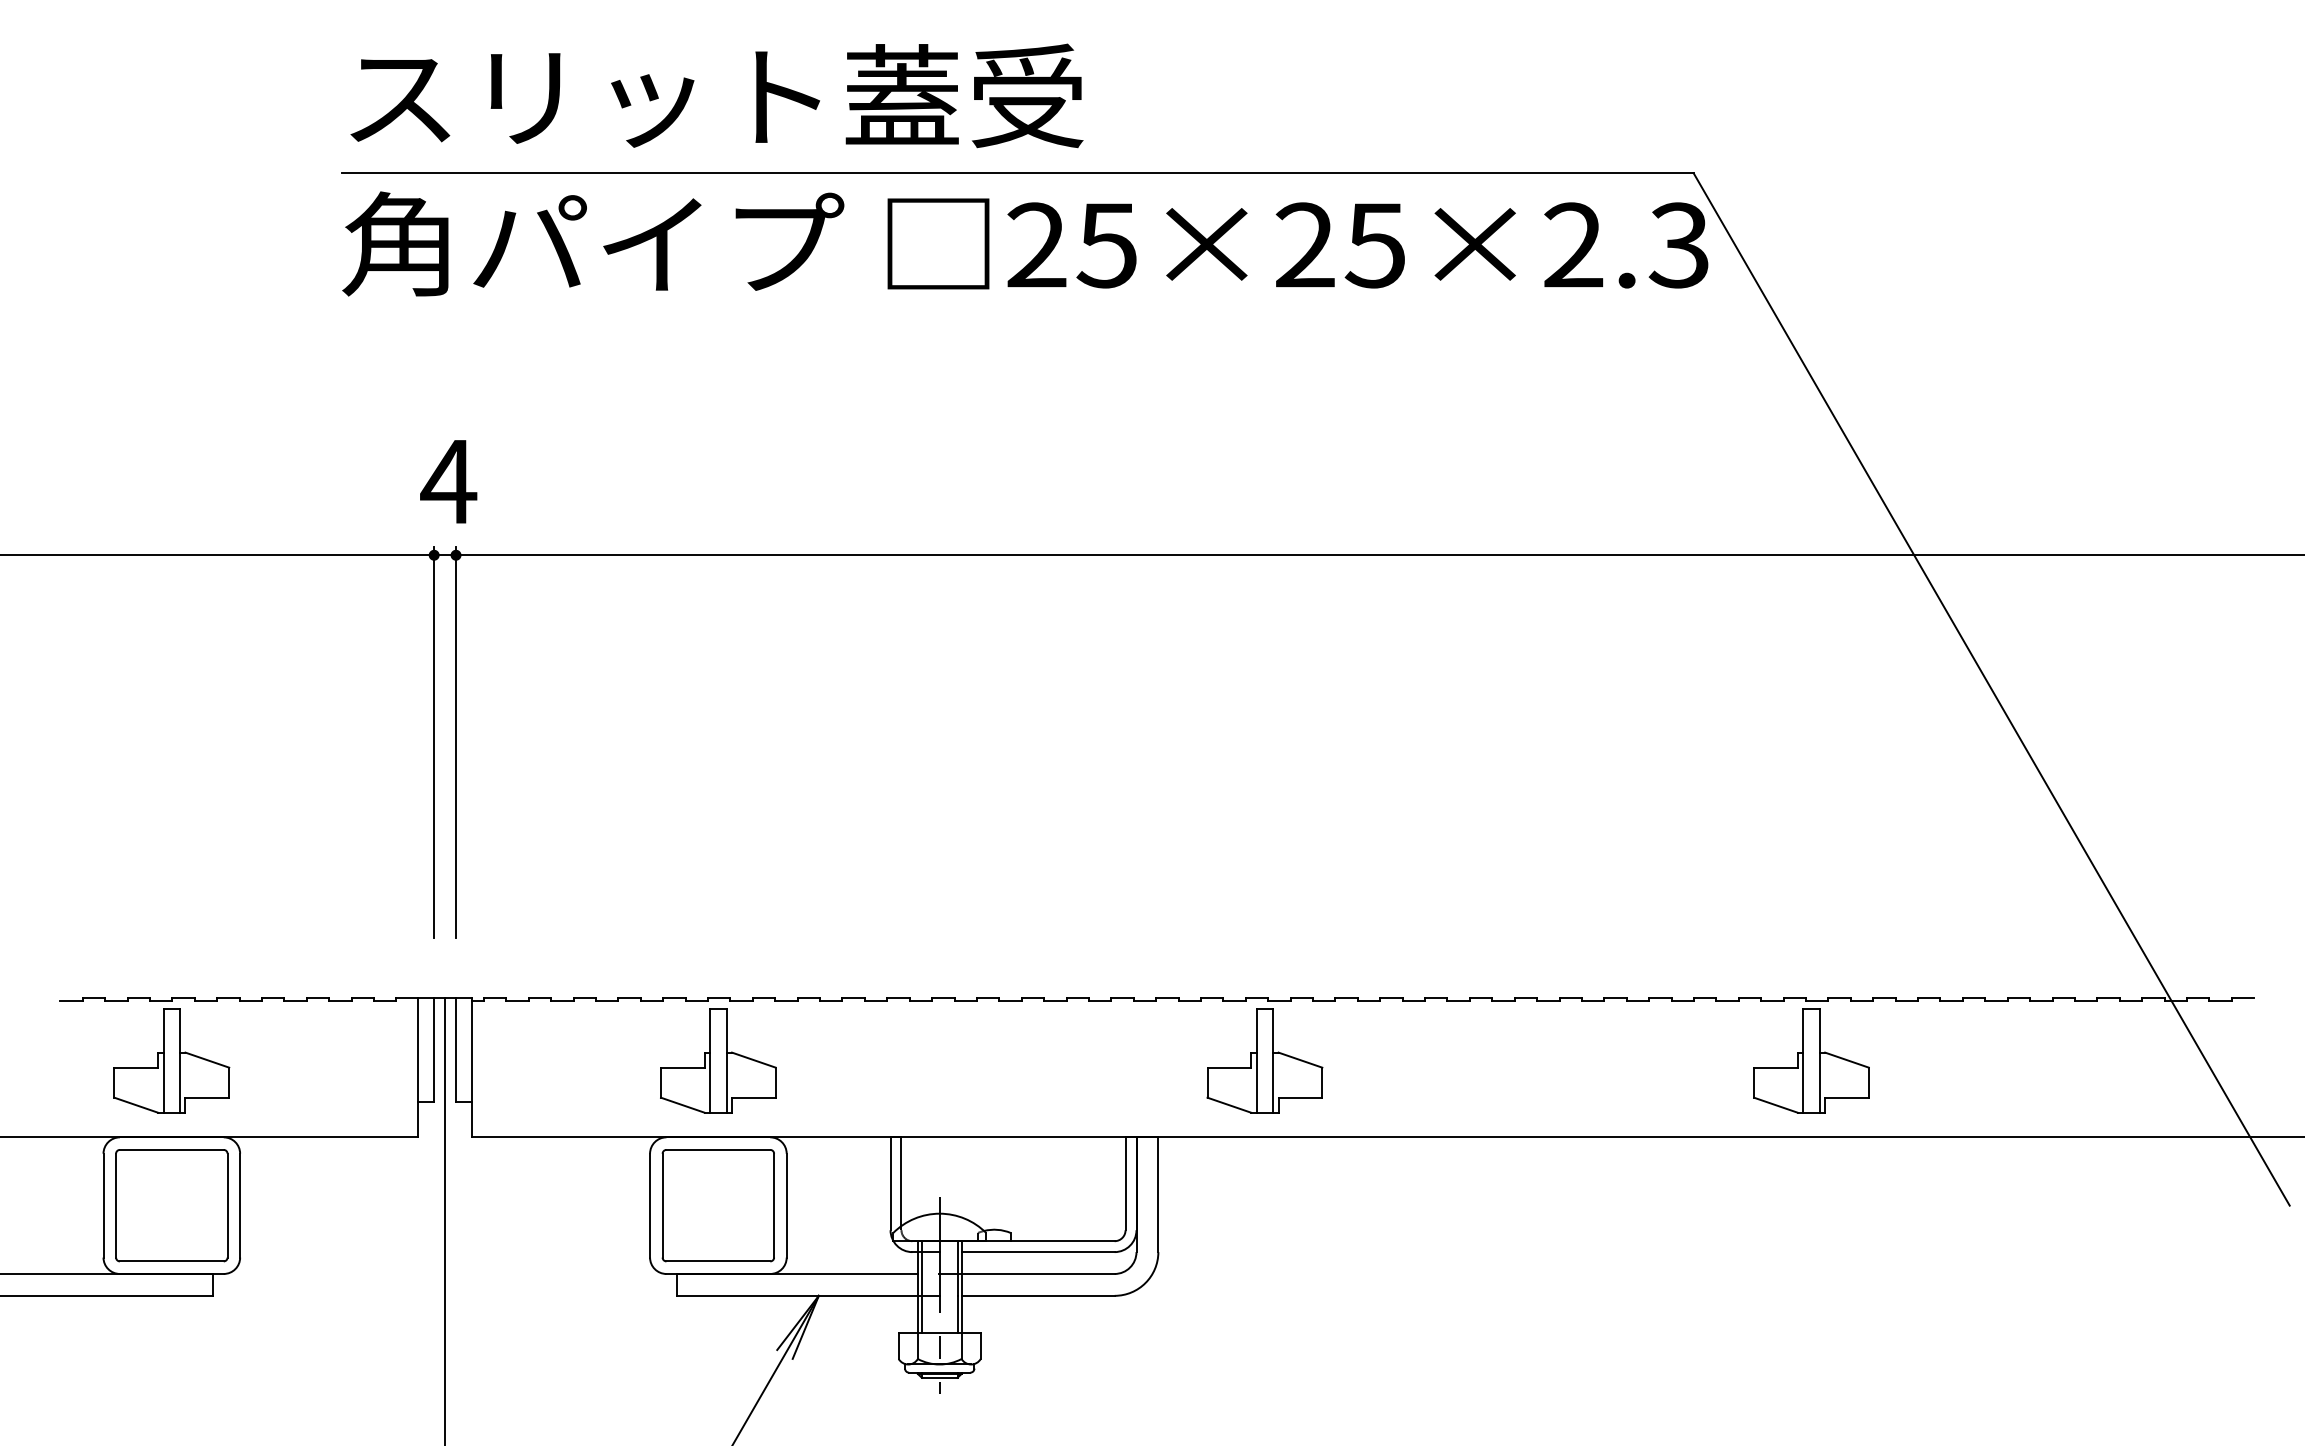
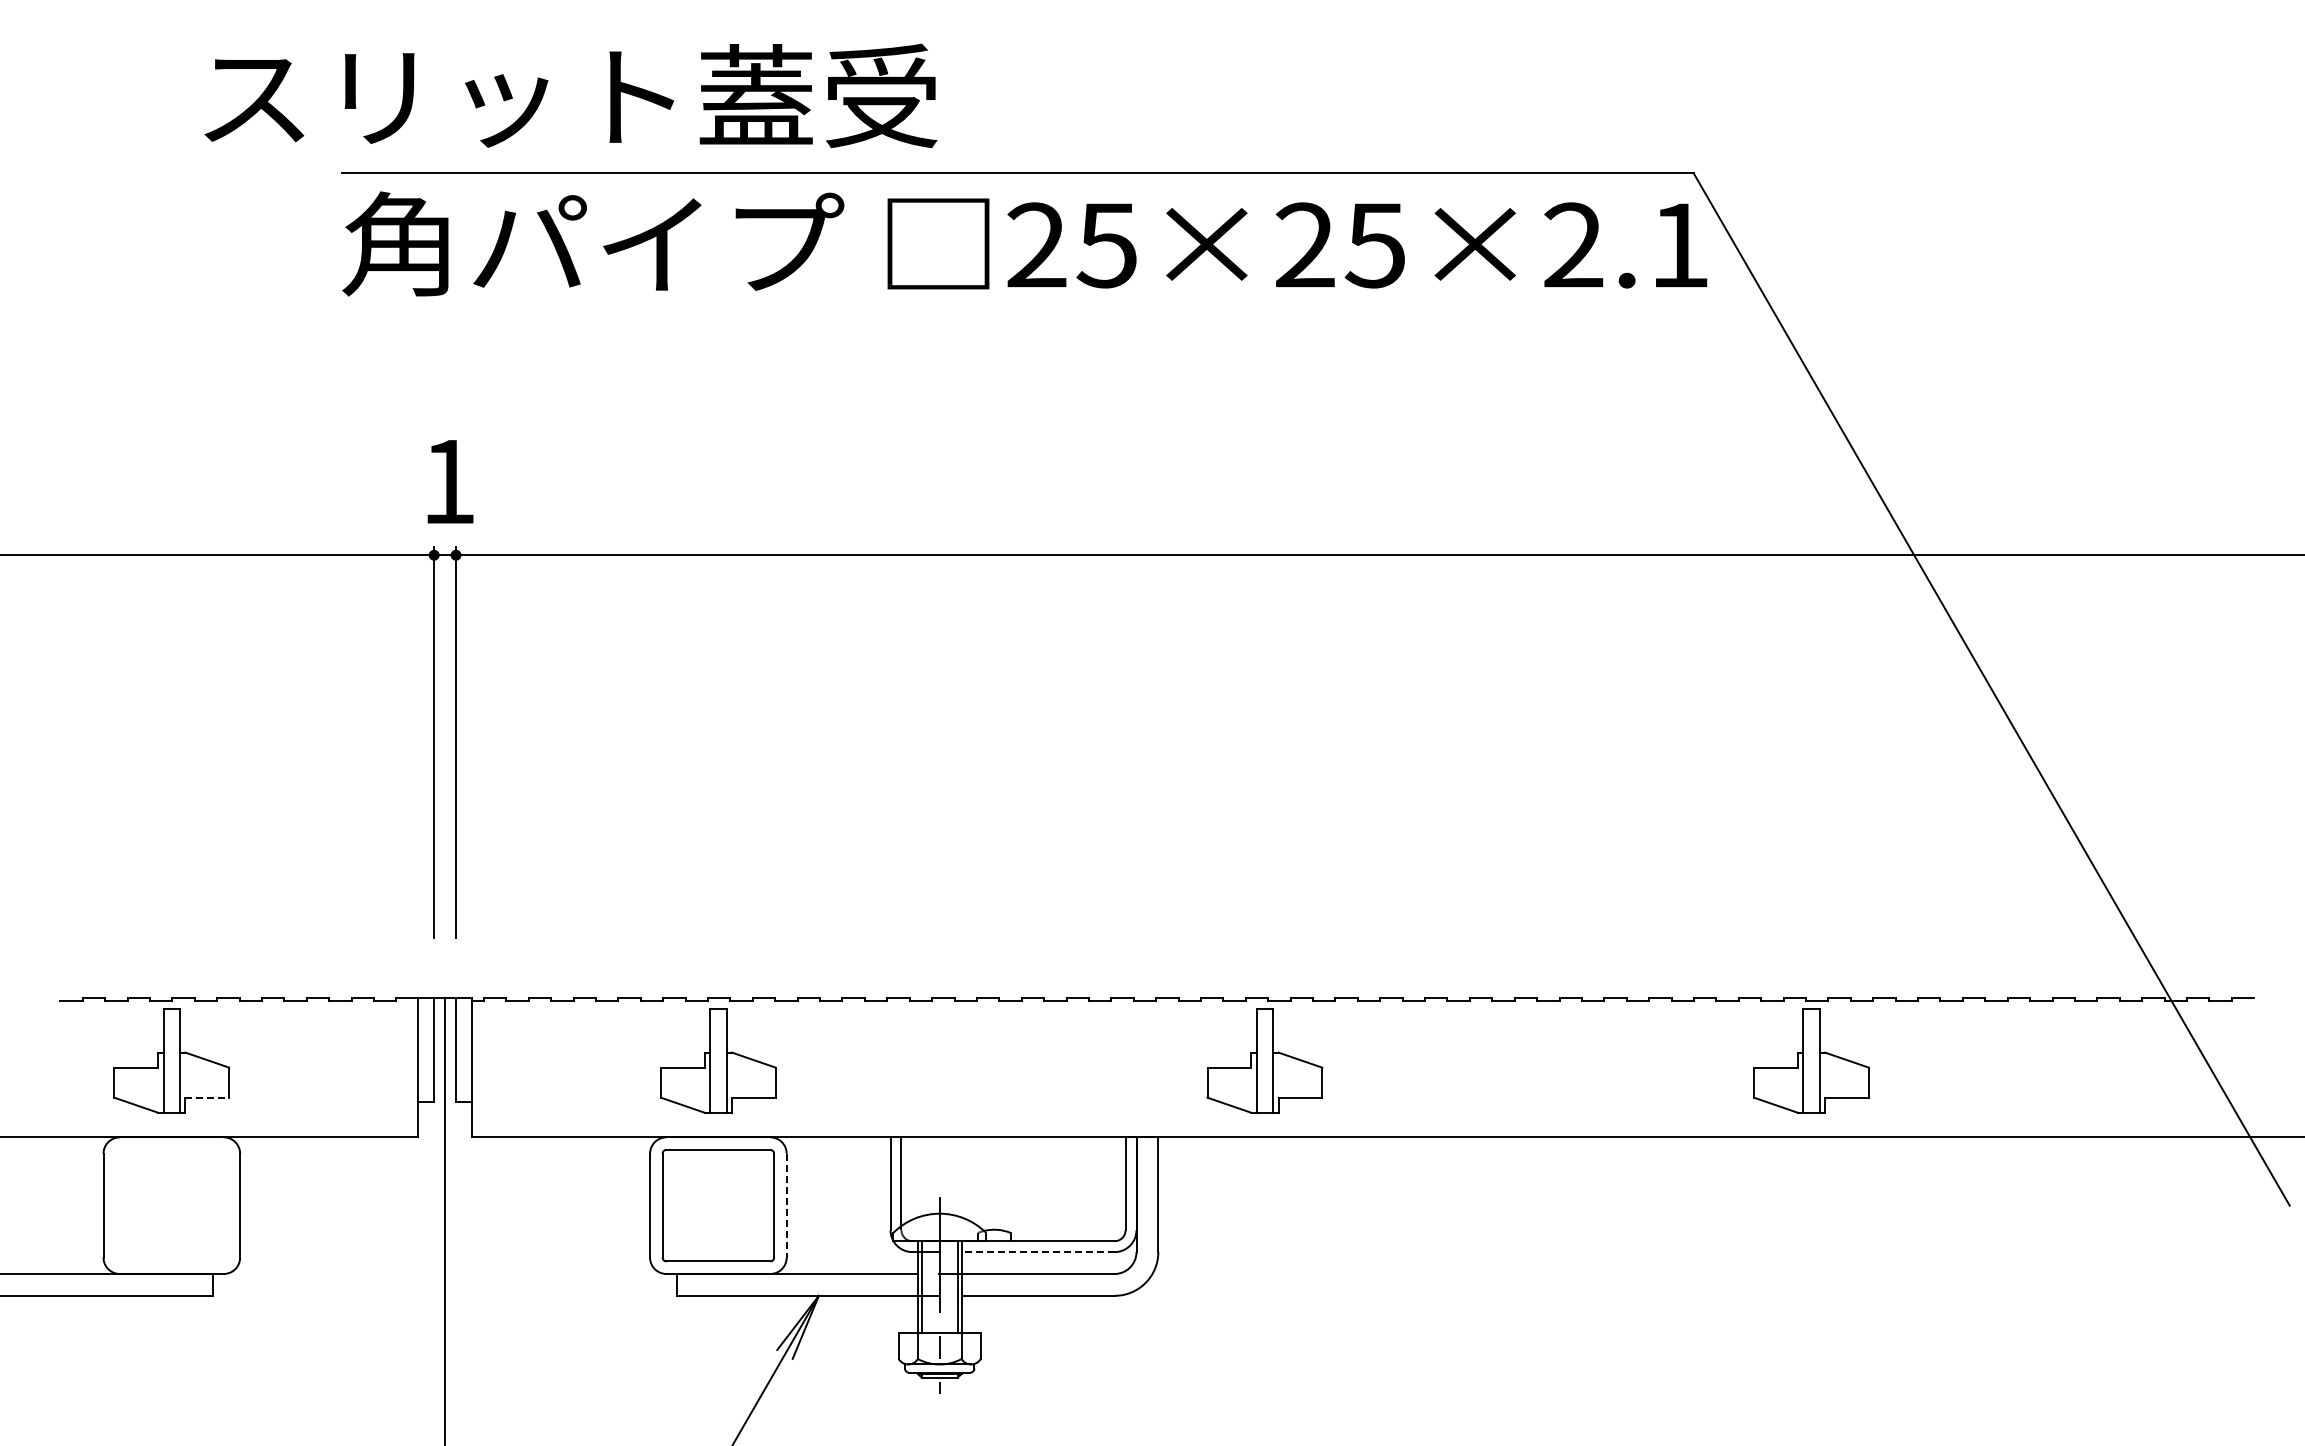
text at (716, 95) position: (716, 95) -> (570, 95)
text at (1678, 245): 25×25×2.3 -> 25×25×2.1
text at (448, 481): 4 -> 1
line at (207, 1097): solid -> dashed
part at (171, 1205): present -> none
line at (786, 1205): solid -> dashed
line at (1038, 1252): solid -> dashed
